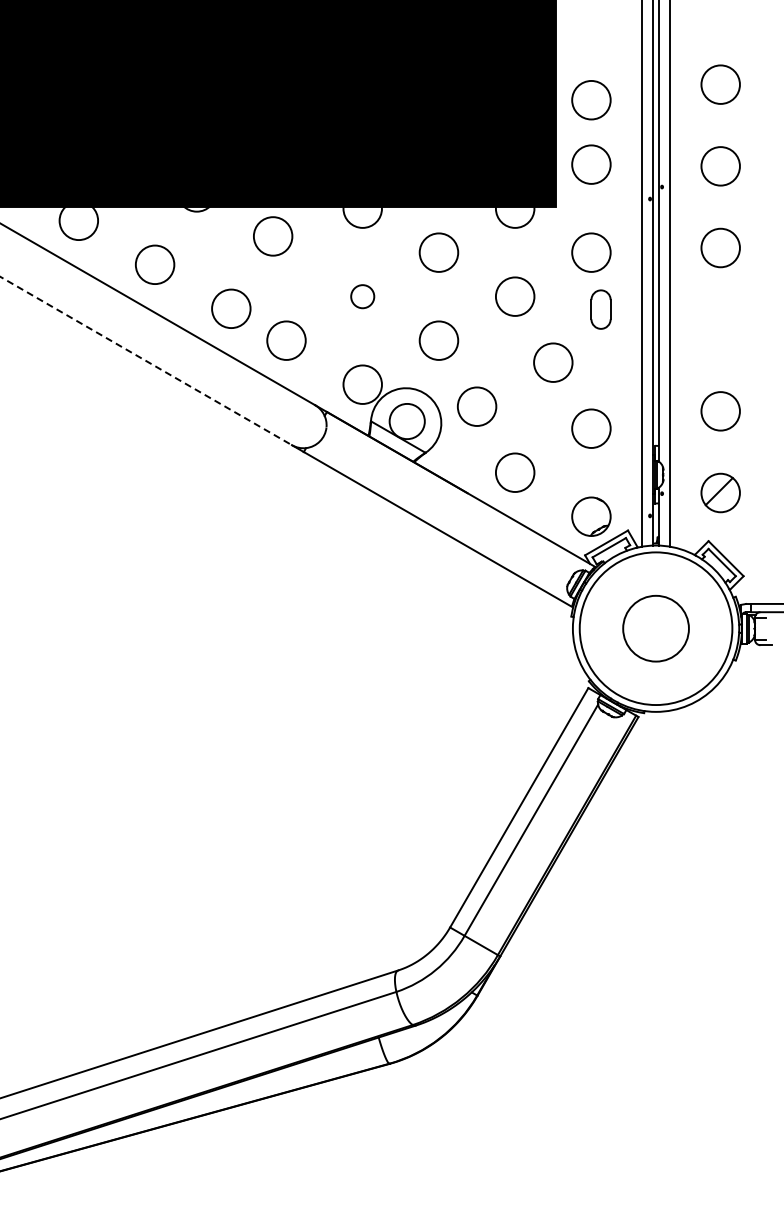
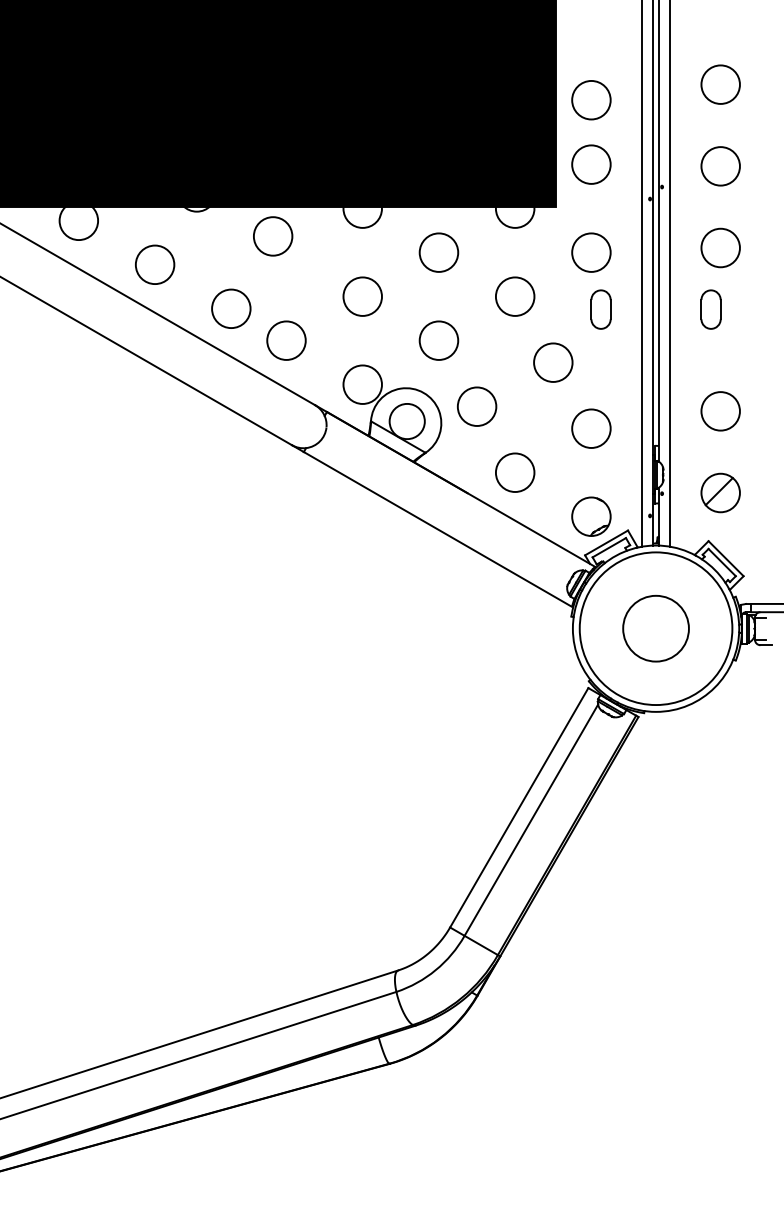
circle at (362, 296) diameter: 23 px -> 39 px
part at (710, 309): none -> present
line at (146, 361): dashed -> solid
